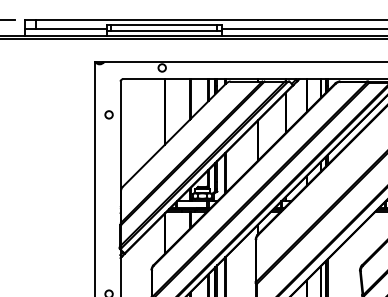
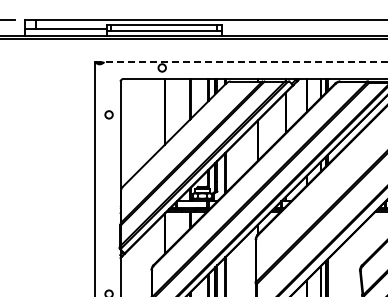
line at (302, 28): present -> none
line at (241, 61): solid -> dashed
